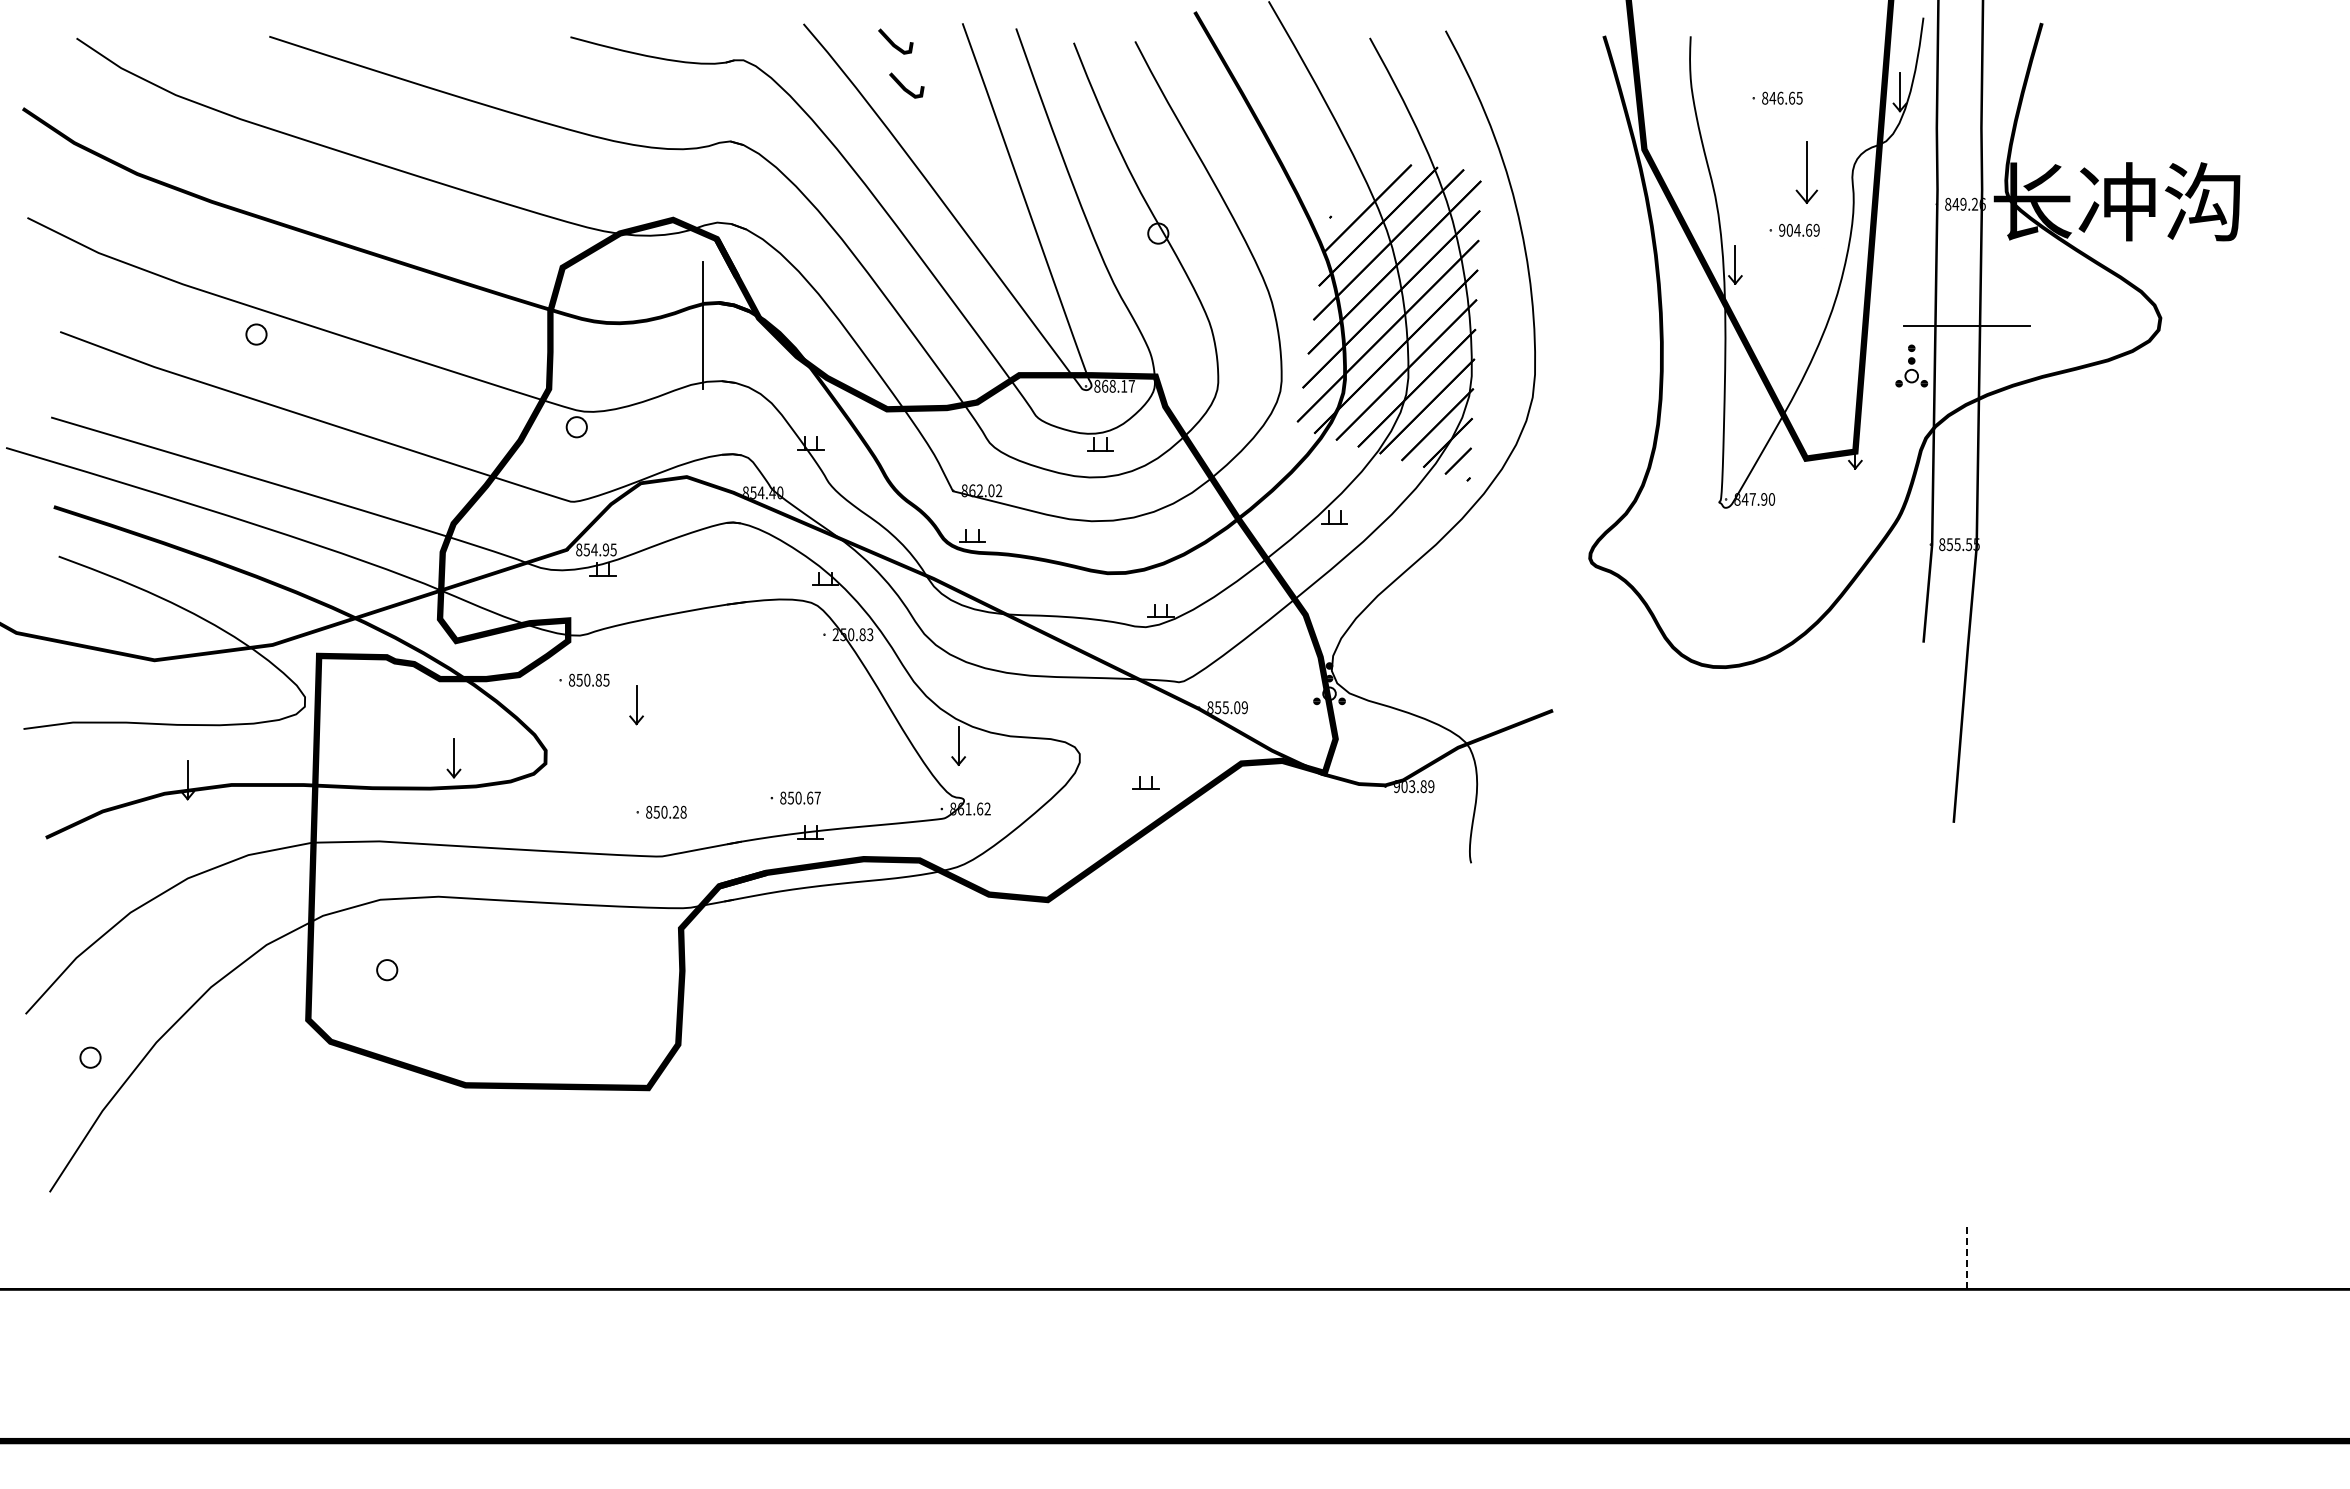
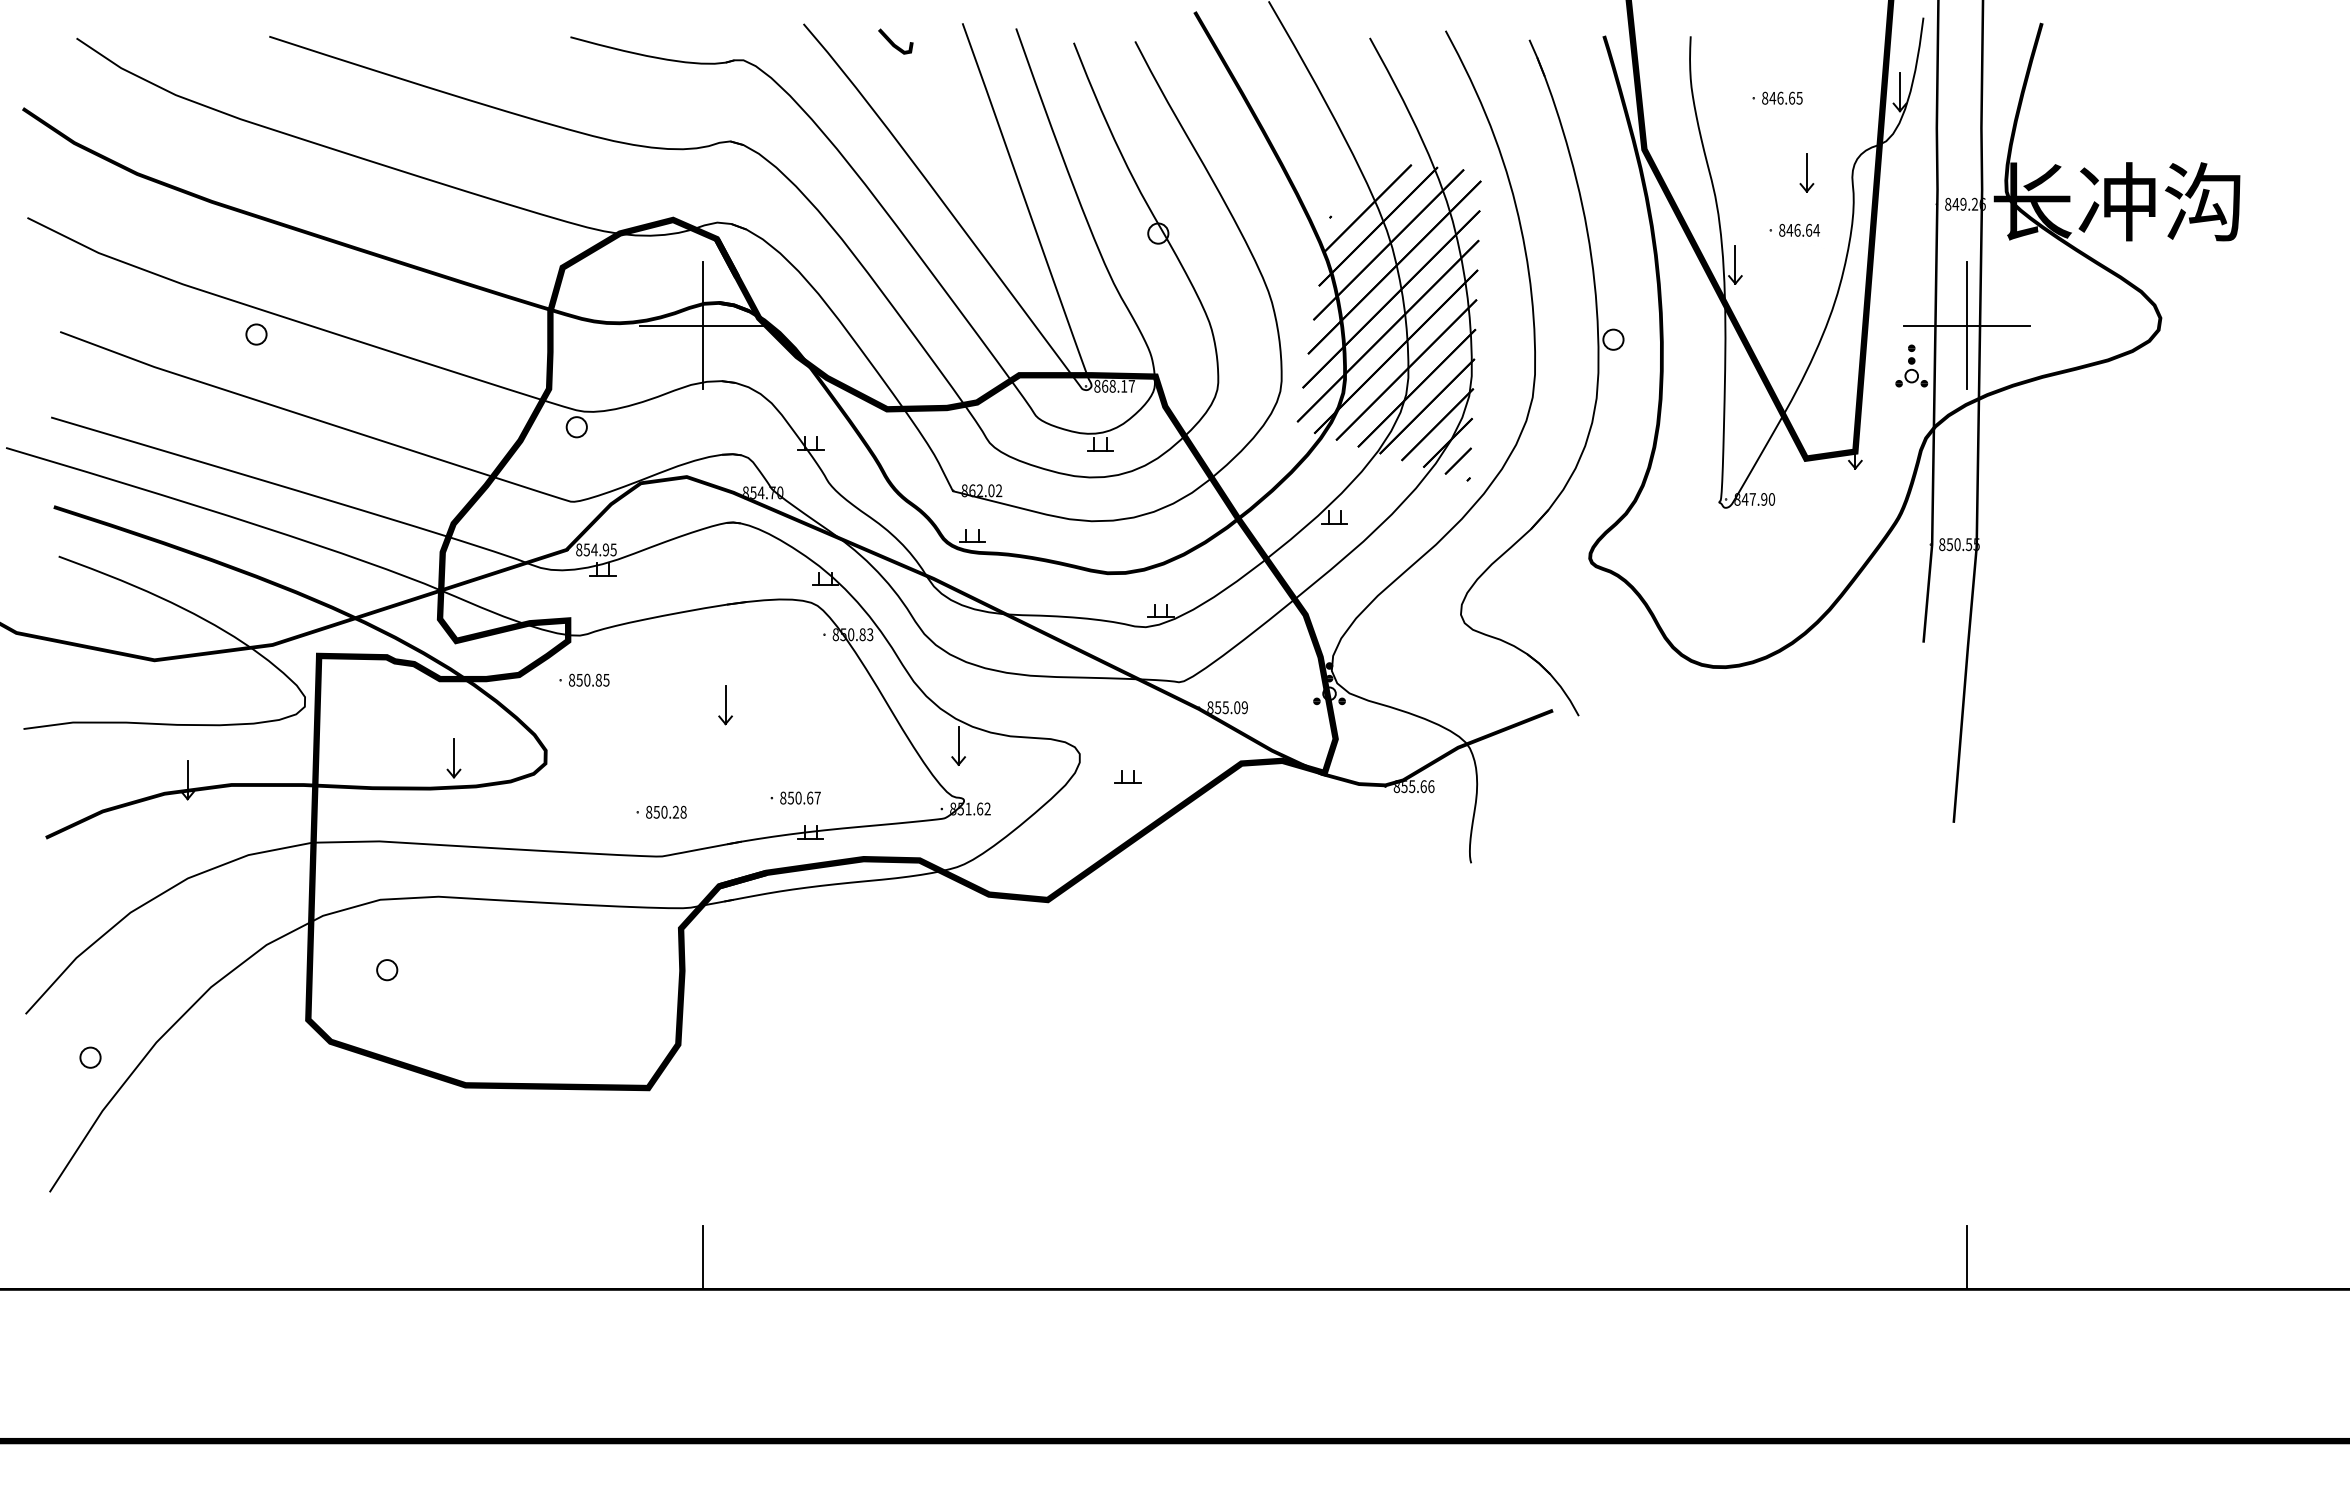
line at (904, 86): present -> none
part at (1806, 172) size: 24x63 px -> 16x40 px
text at (1799, 229): 904.69 -> 846.64
line at (703, 325): none -> present
line at (1966, 325): none -> present
part at (1596, 382): none -> present
text at (772, 492): 854.40 -> 854.70
text at (1957, 544): 855.55 -> 850.55
text at (835, 634): 250.83 -> 850.83
part at (636, 705) position: (636, 705) -> (725, 705)
part at (1145, 782) position: (1145, 782) -> (1127, 776)
text at (1413, 786): 903.89 -> 855.66
text at (960, 808): 861.62 -> 851.62
line at (703, 1257): none -> present
line at (1966, 1257): dashed -> solid
